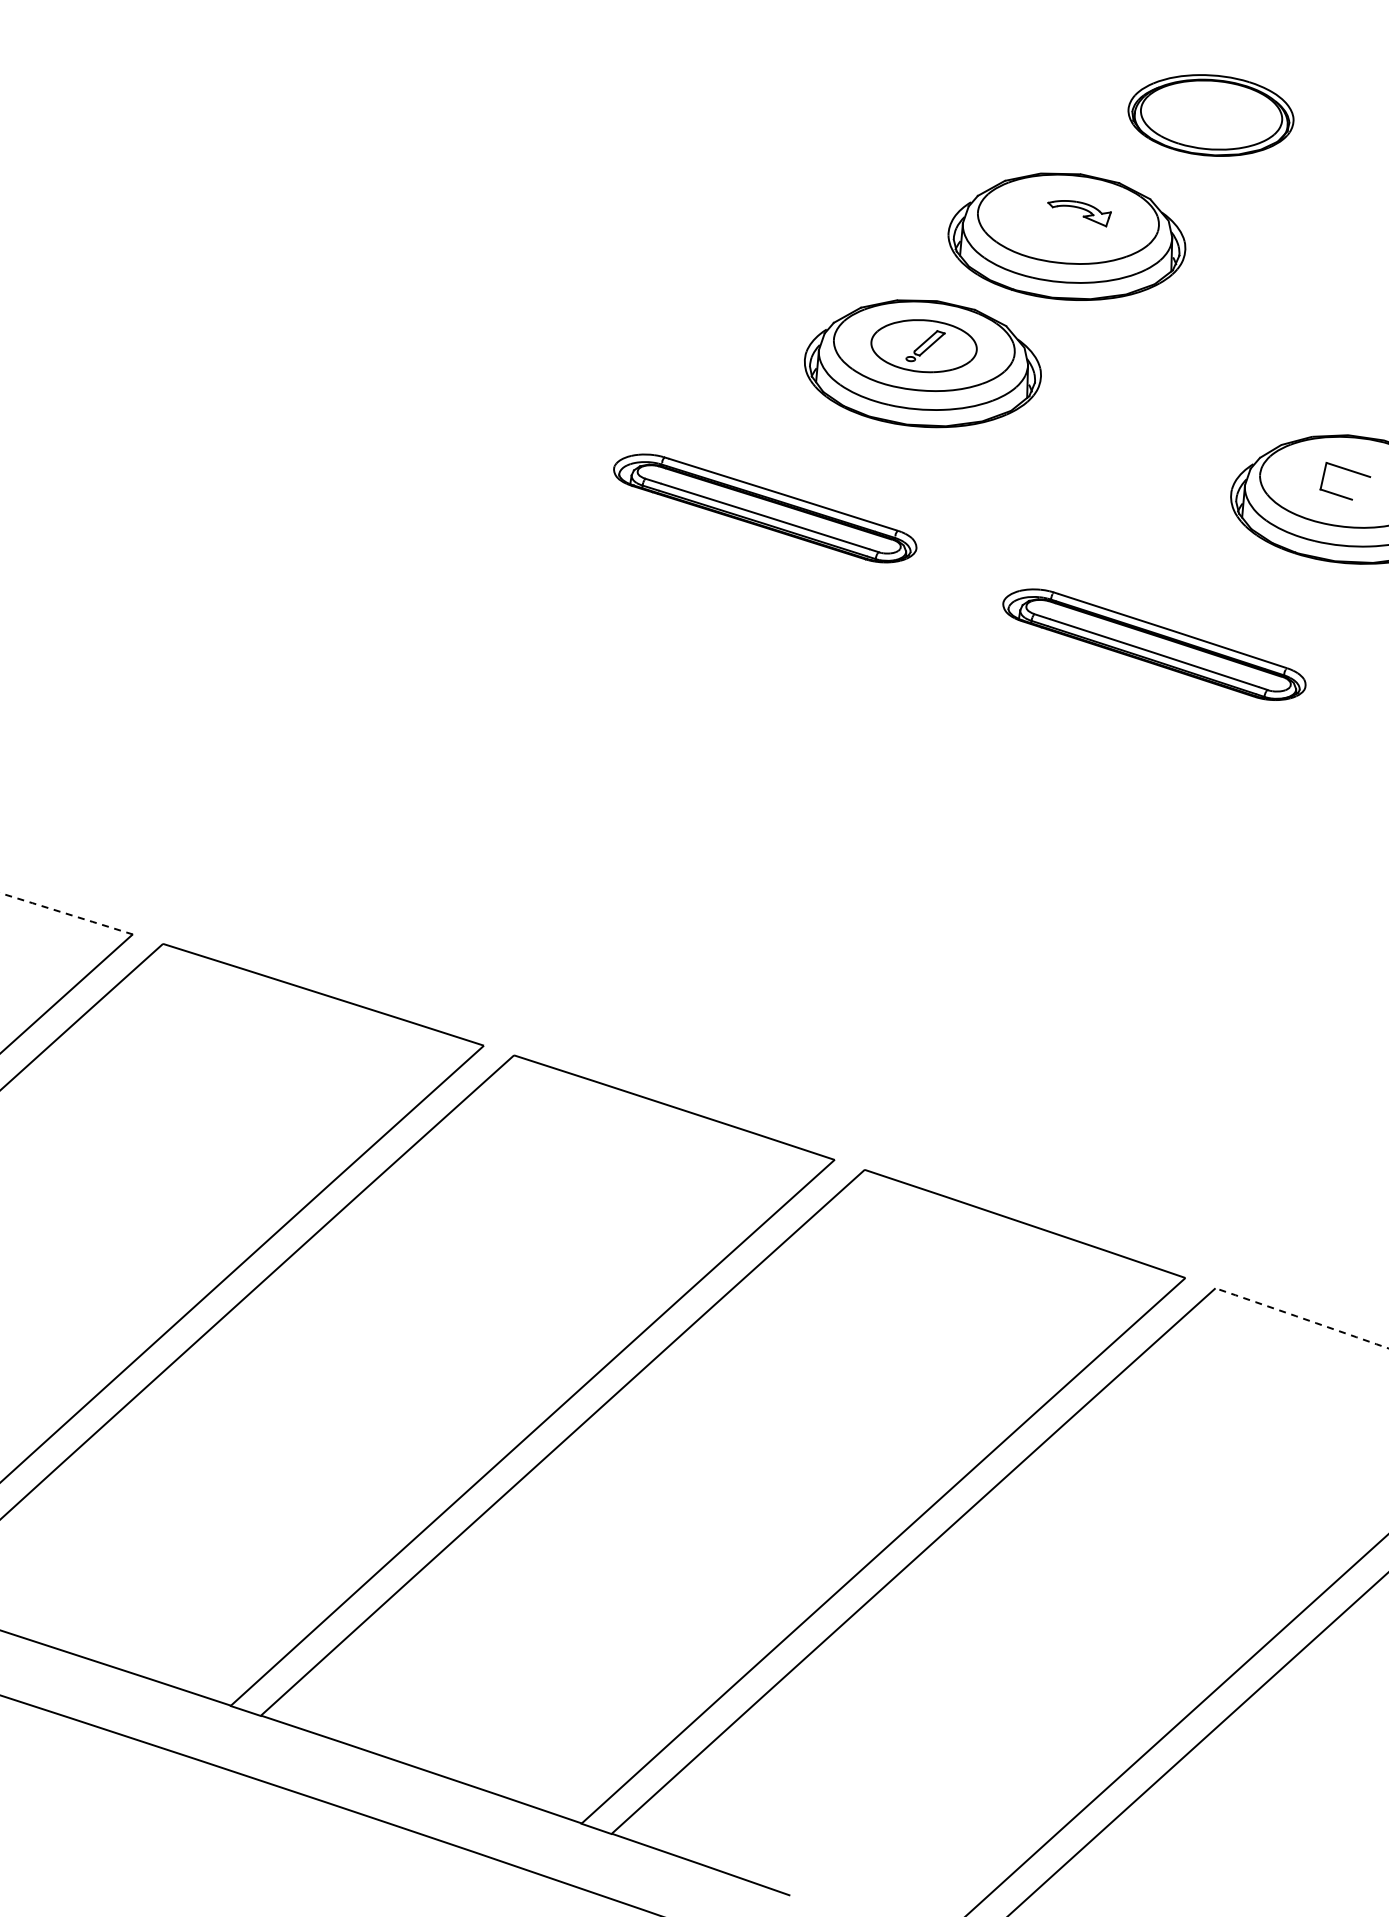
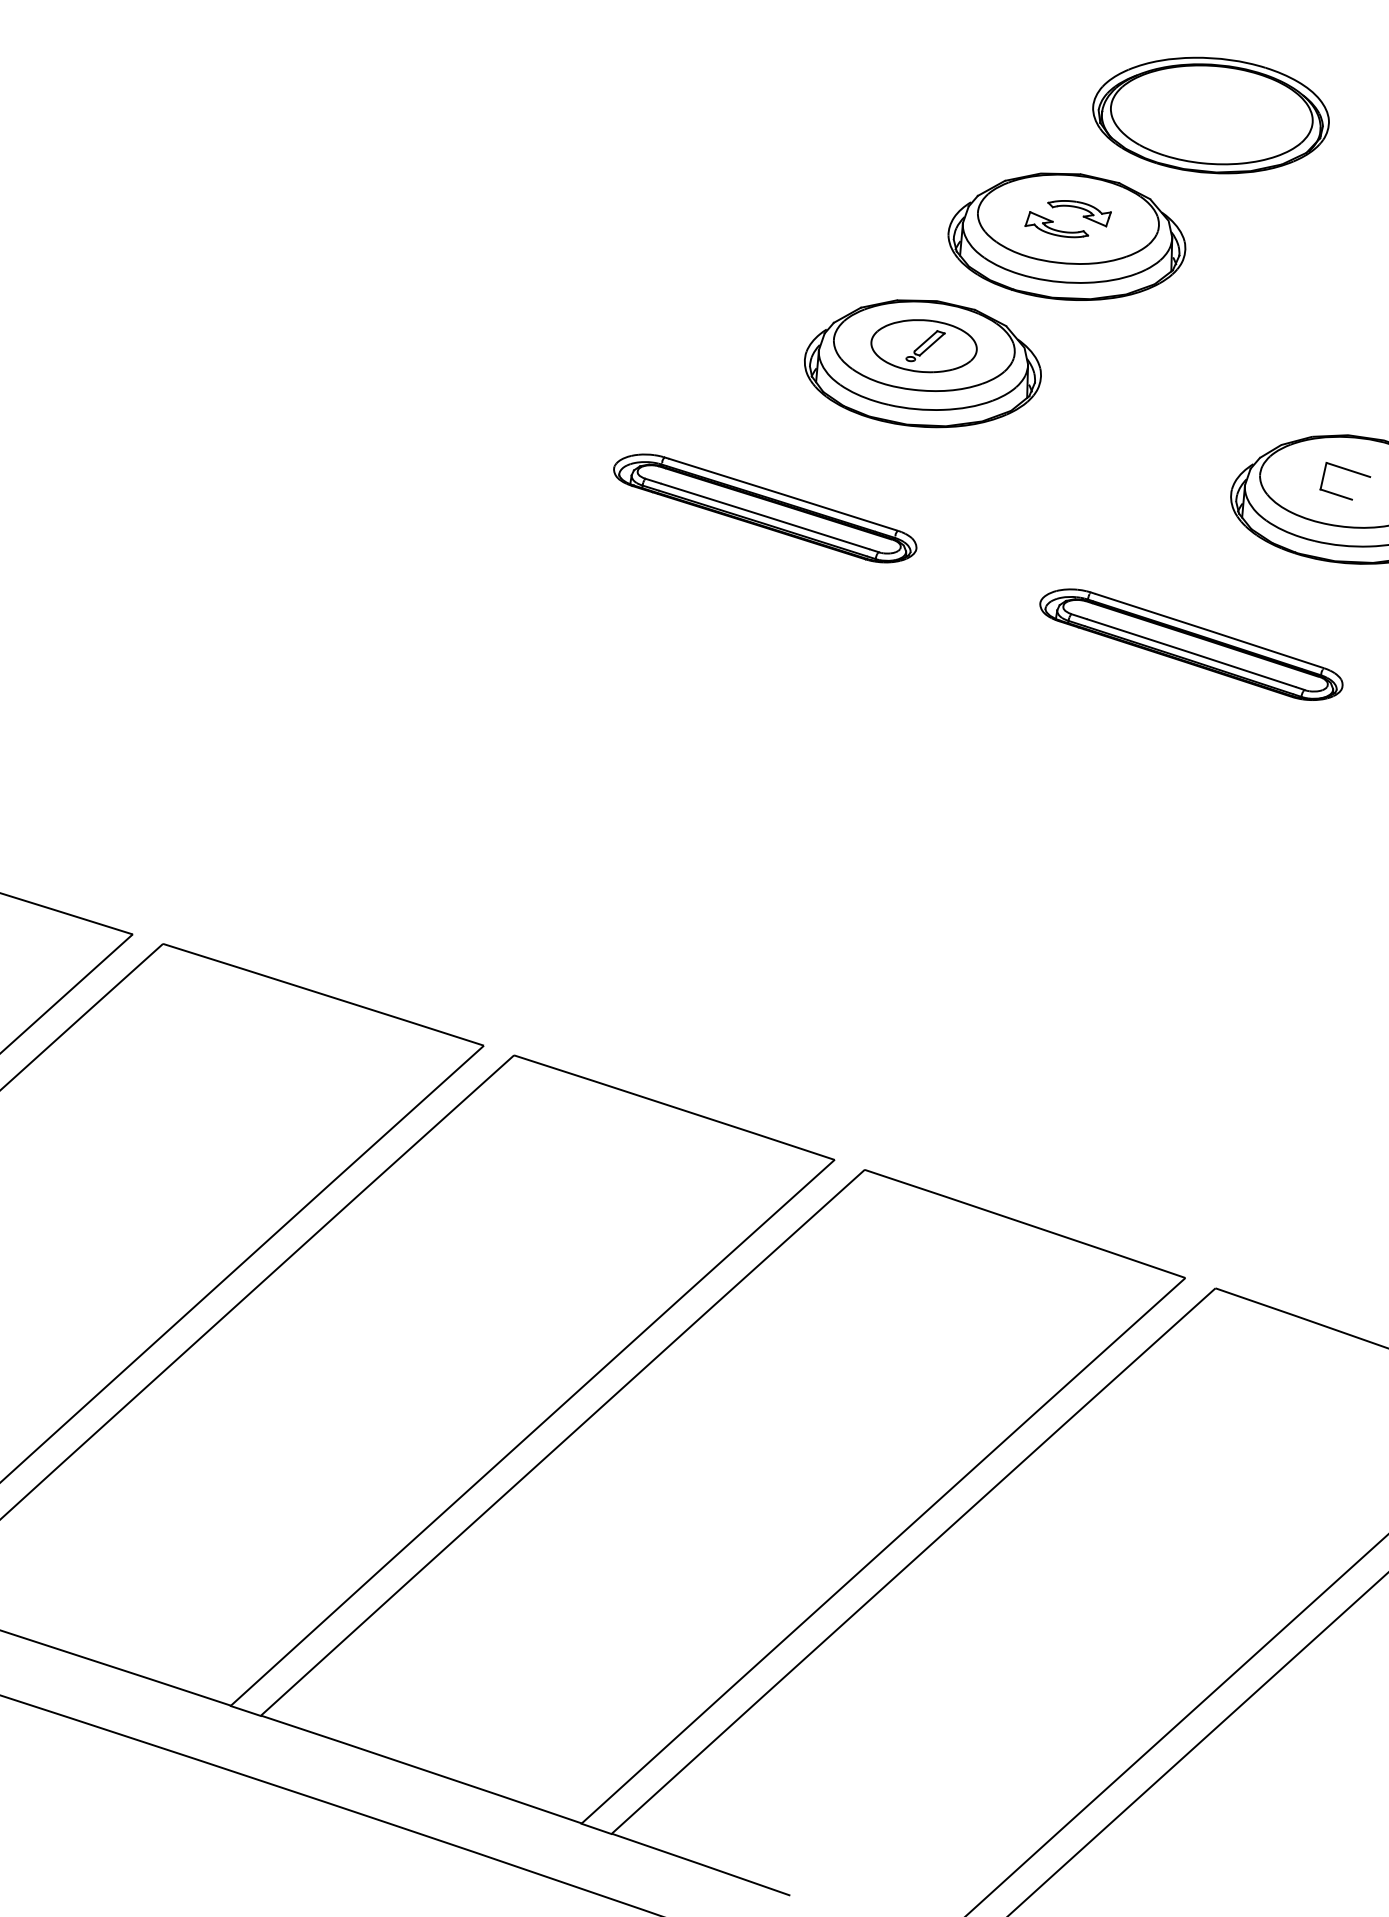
part at (1210, 115) size: 168x83 px -> 238x119 px
part at (1056, 224): none -> present
part at (1154, 644) position: (1154, 644) -> (1191, 644)
arc at (65, 913): dashed -> solid
arc at (1301, 1318): dashed -> solid
